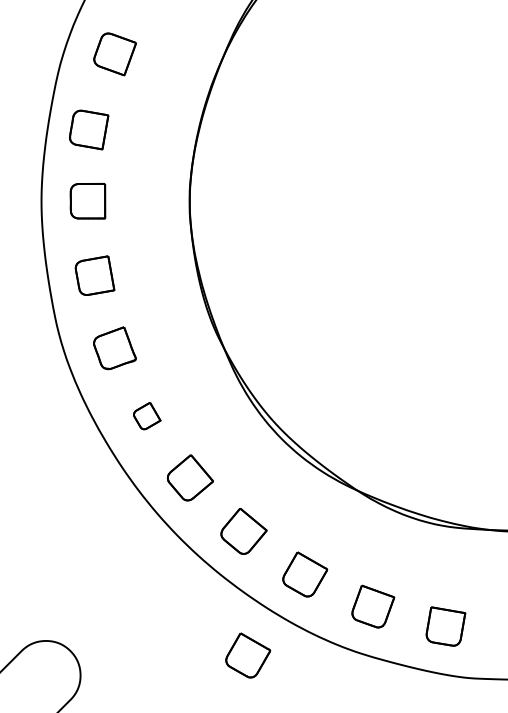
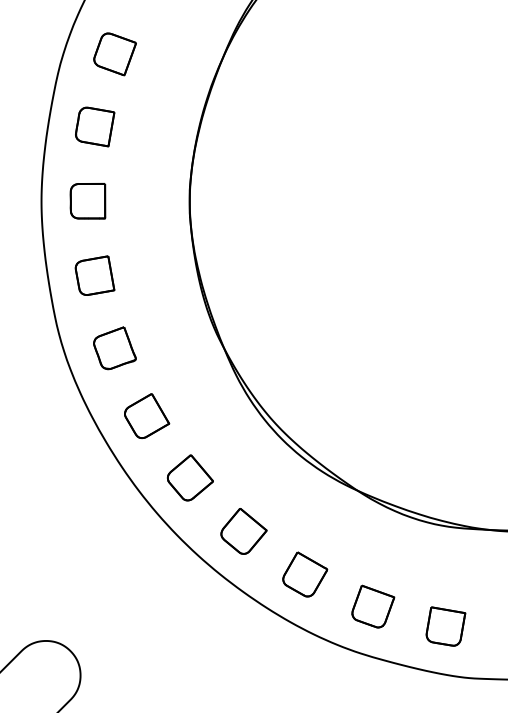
part at (89, 129) position: (89, 129) -> (95, 126)
part at (147, 416) size: 29x29 px -> 47x46 px
part at (248, 655): present -> none
